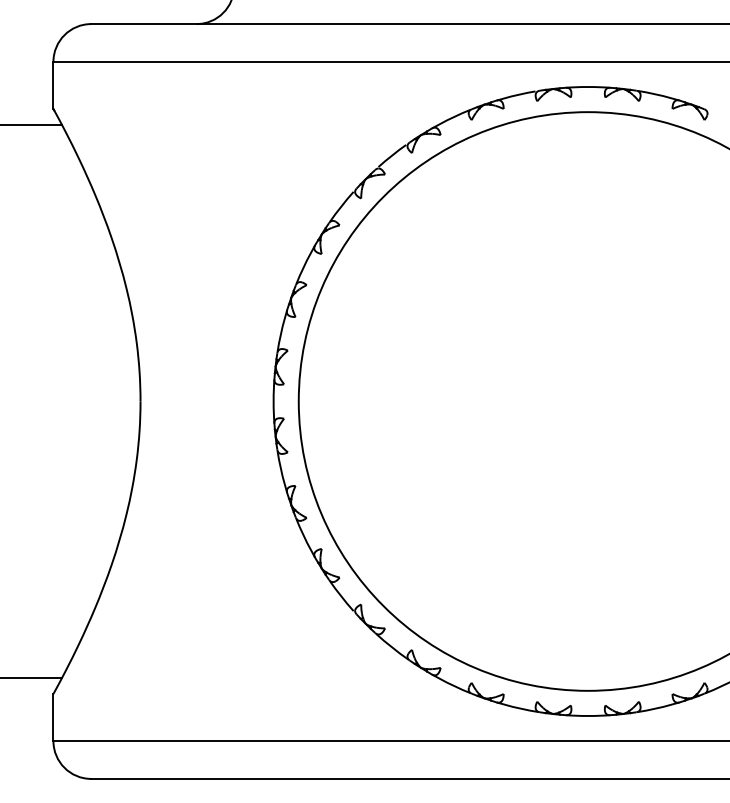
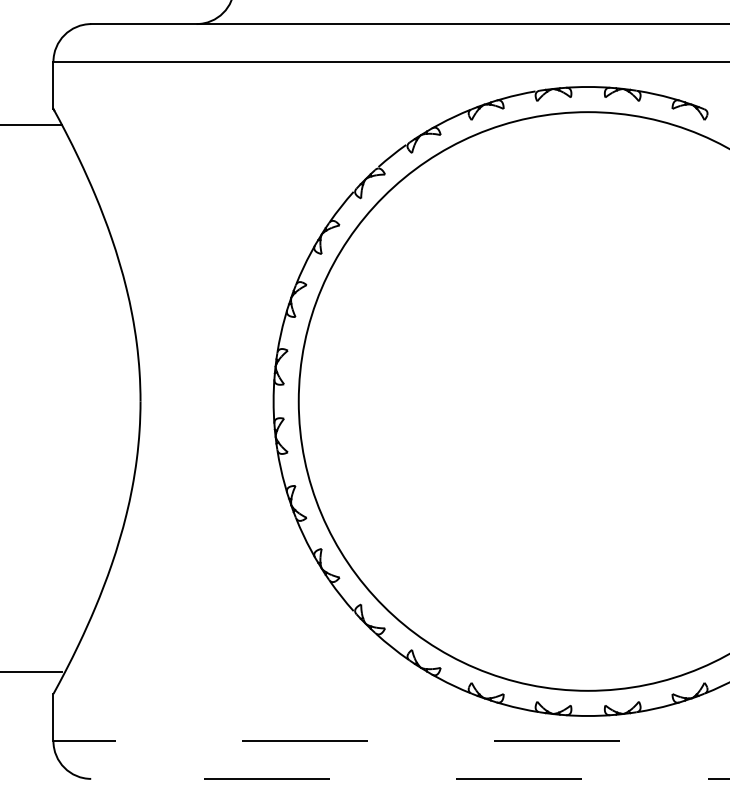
line at (31, 678) position: (31, 678) -> (31, 672)
line at (391, 741): solid -> dashed
line at (410, 778): solid -> dashed
